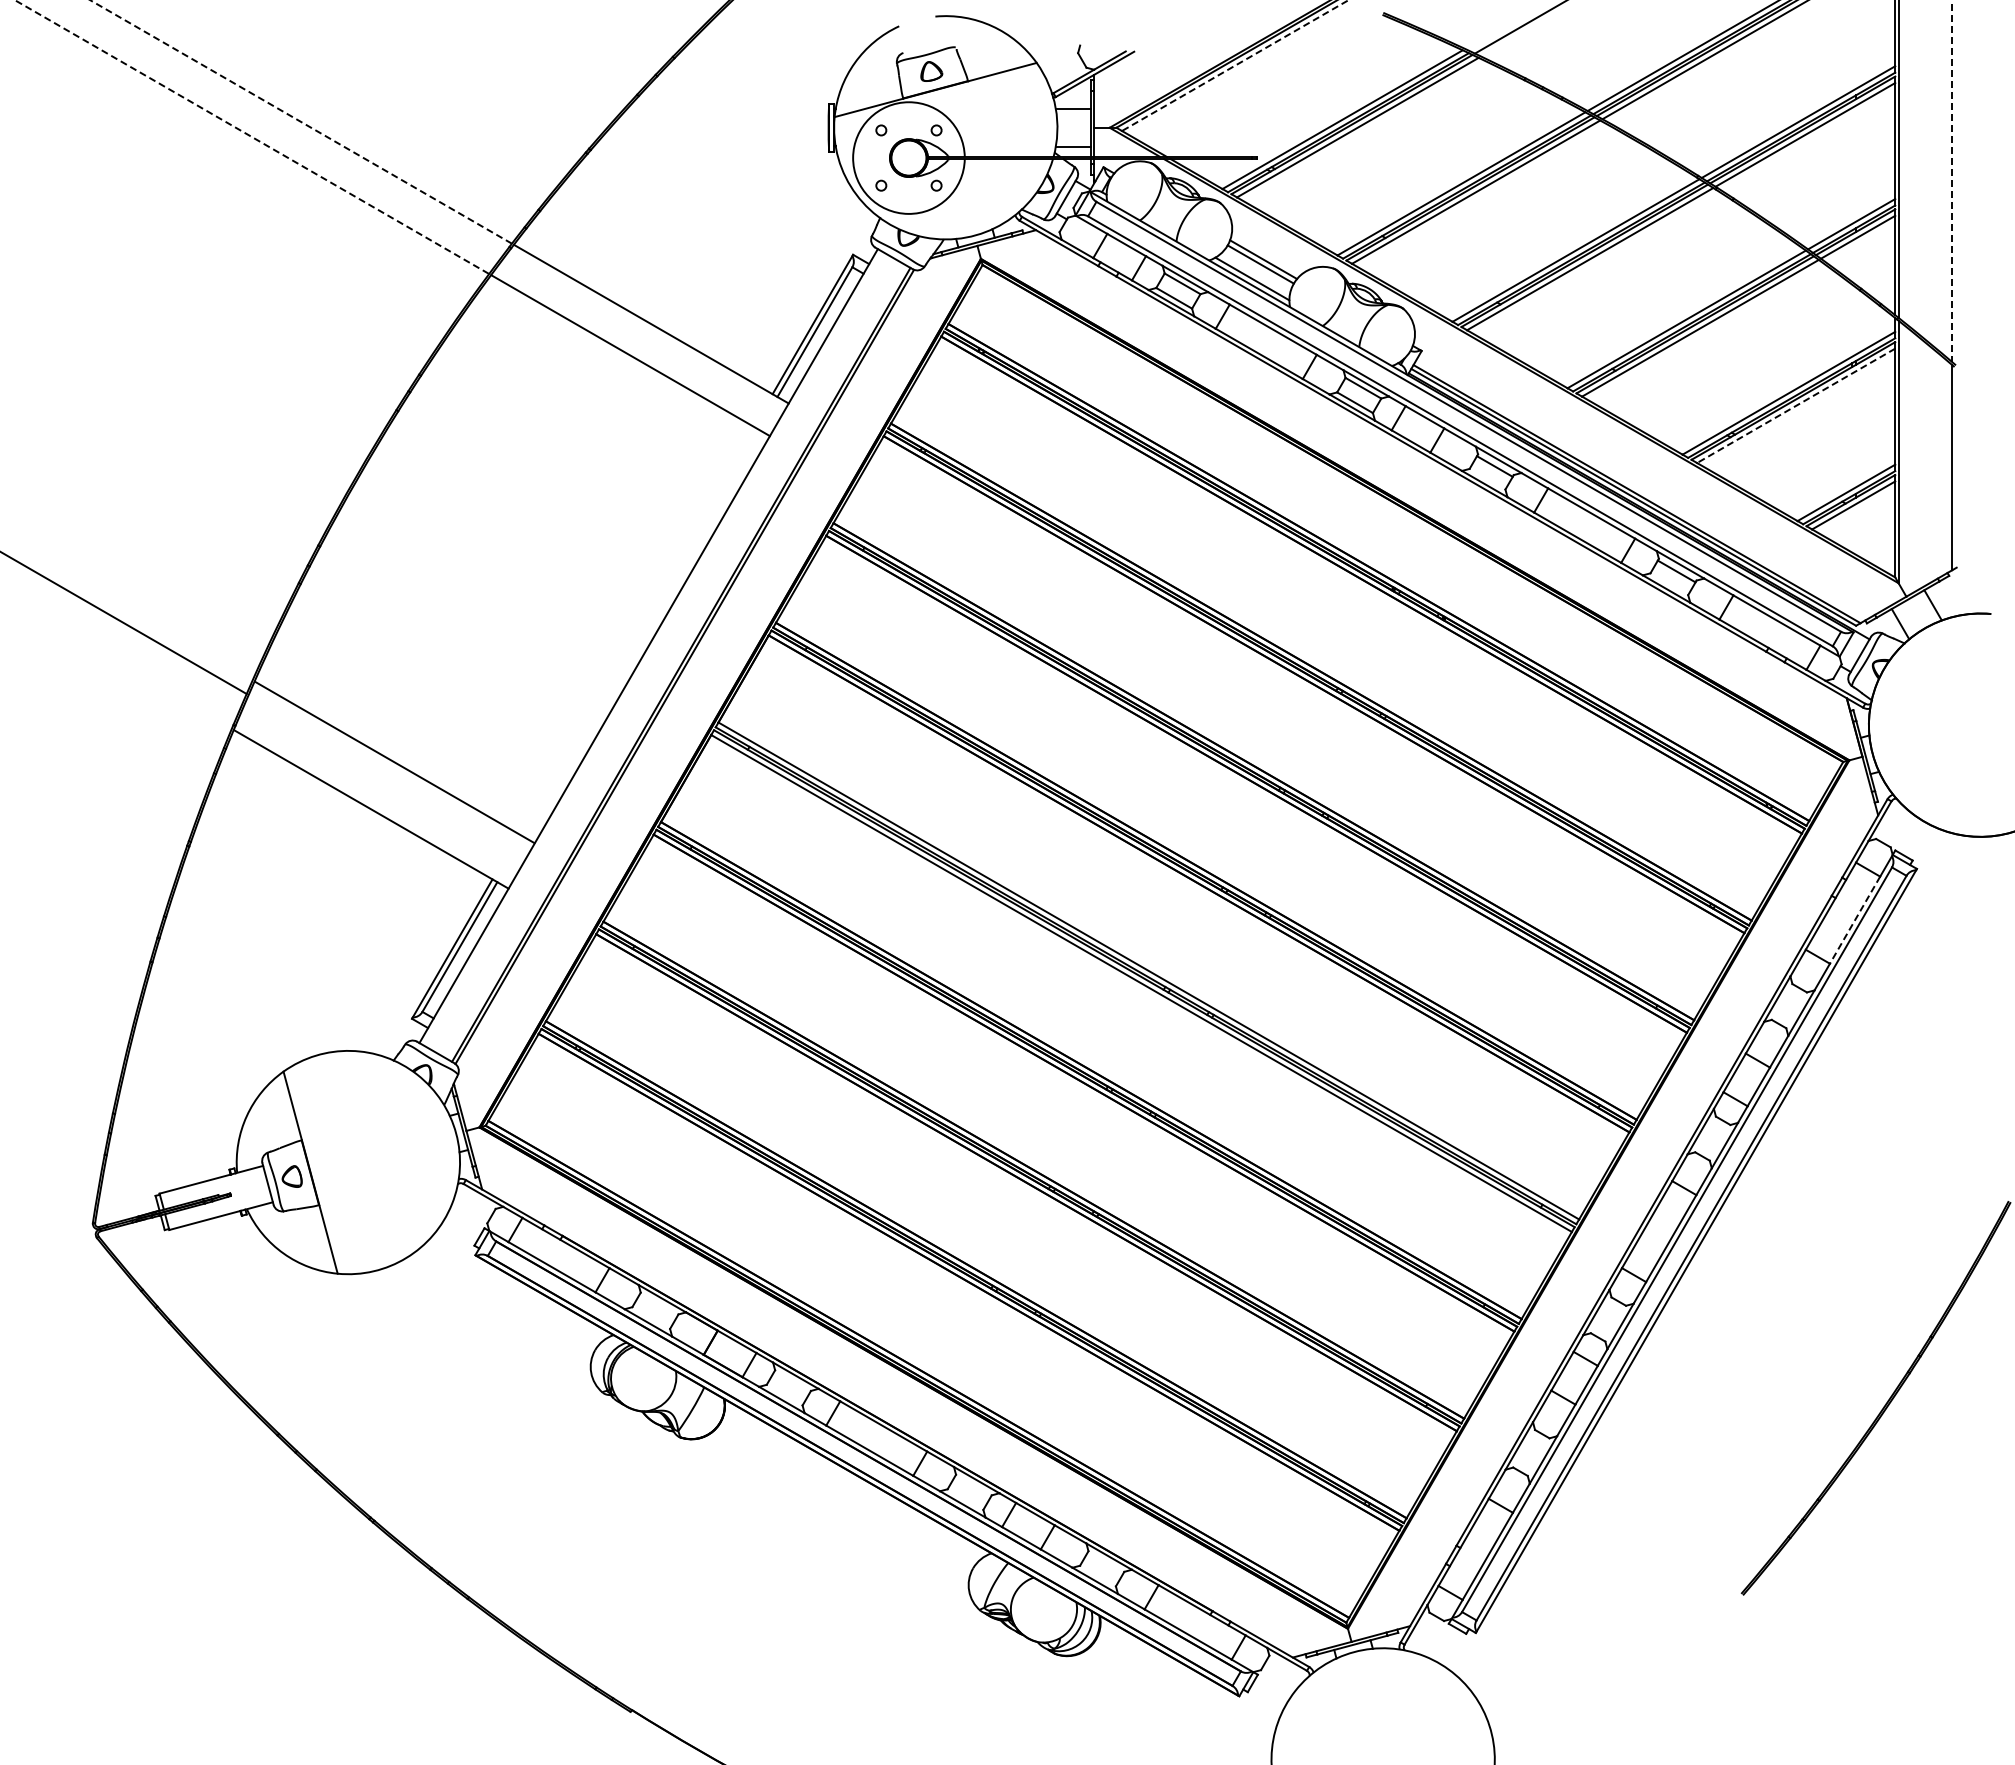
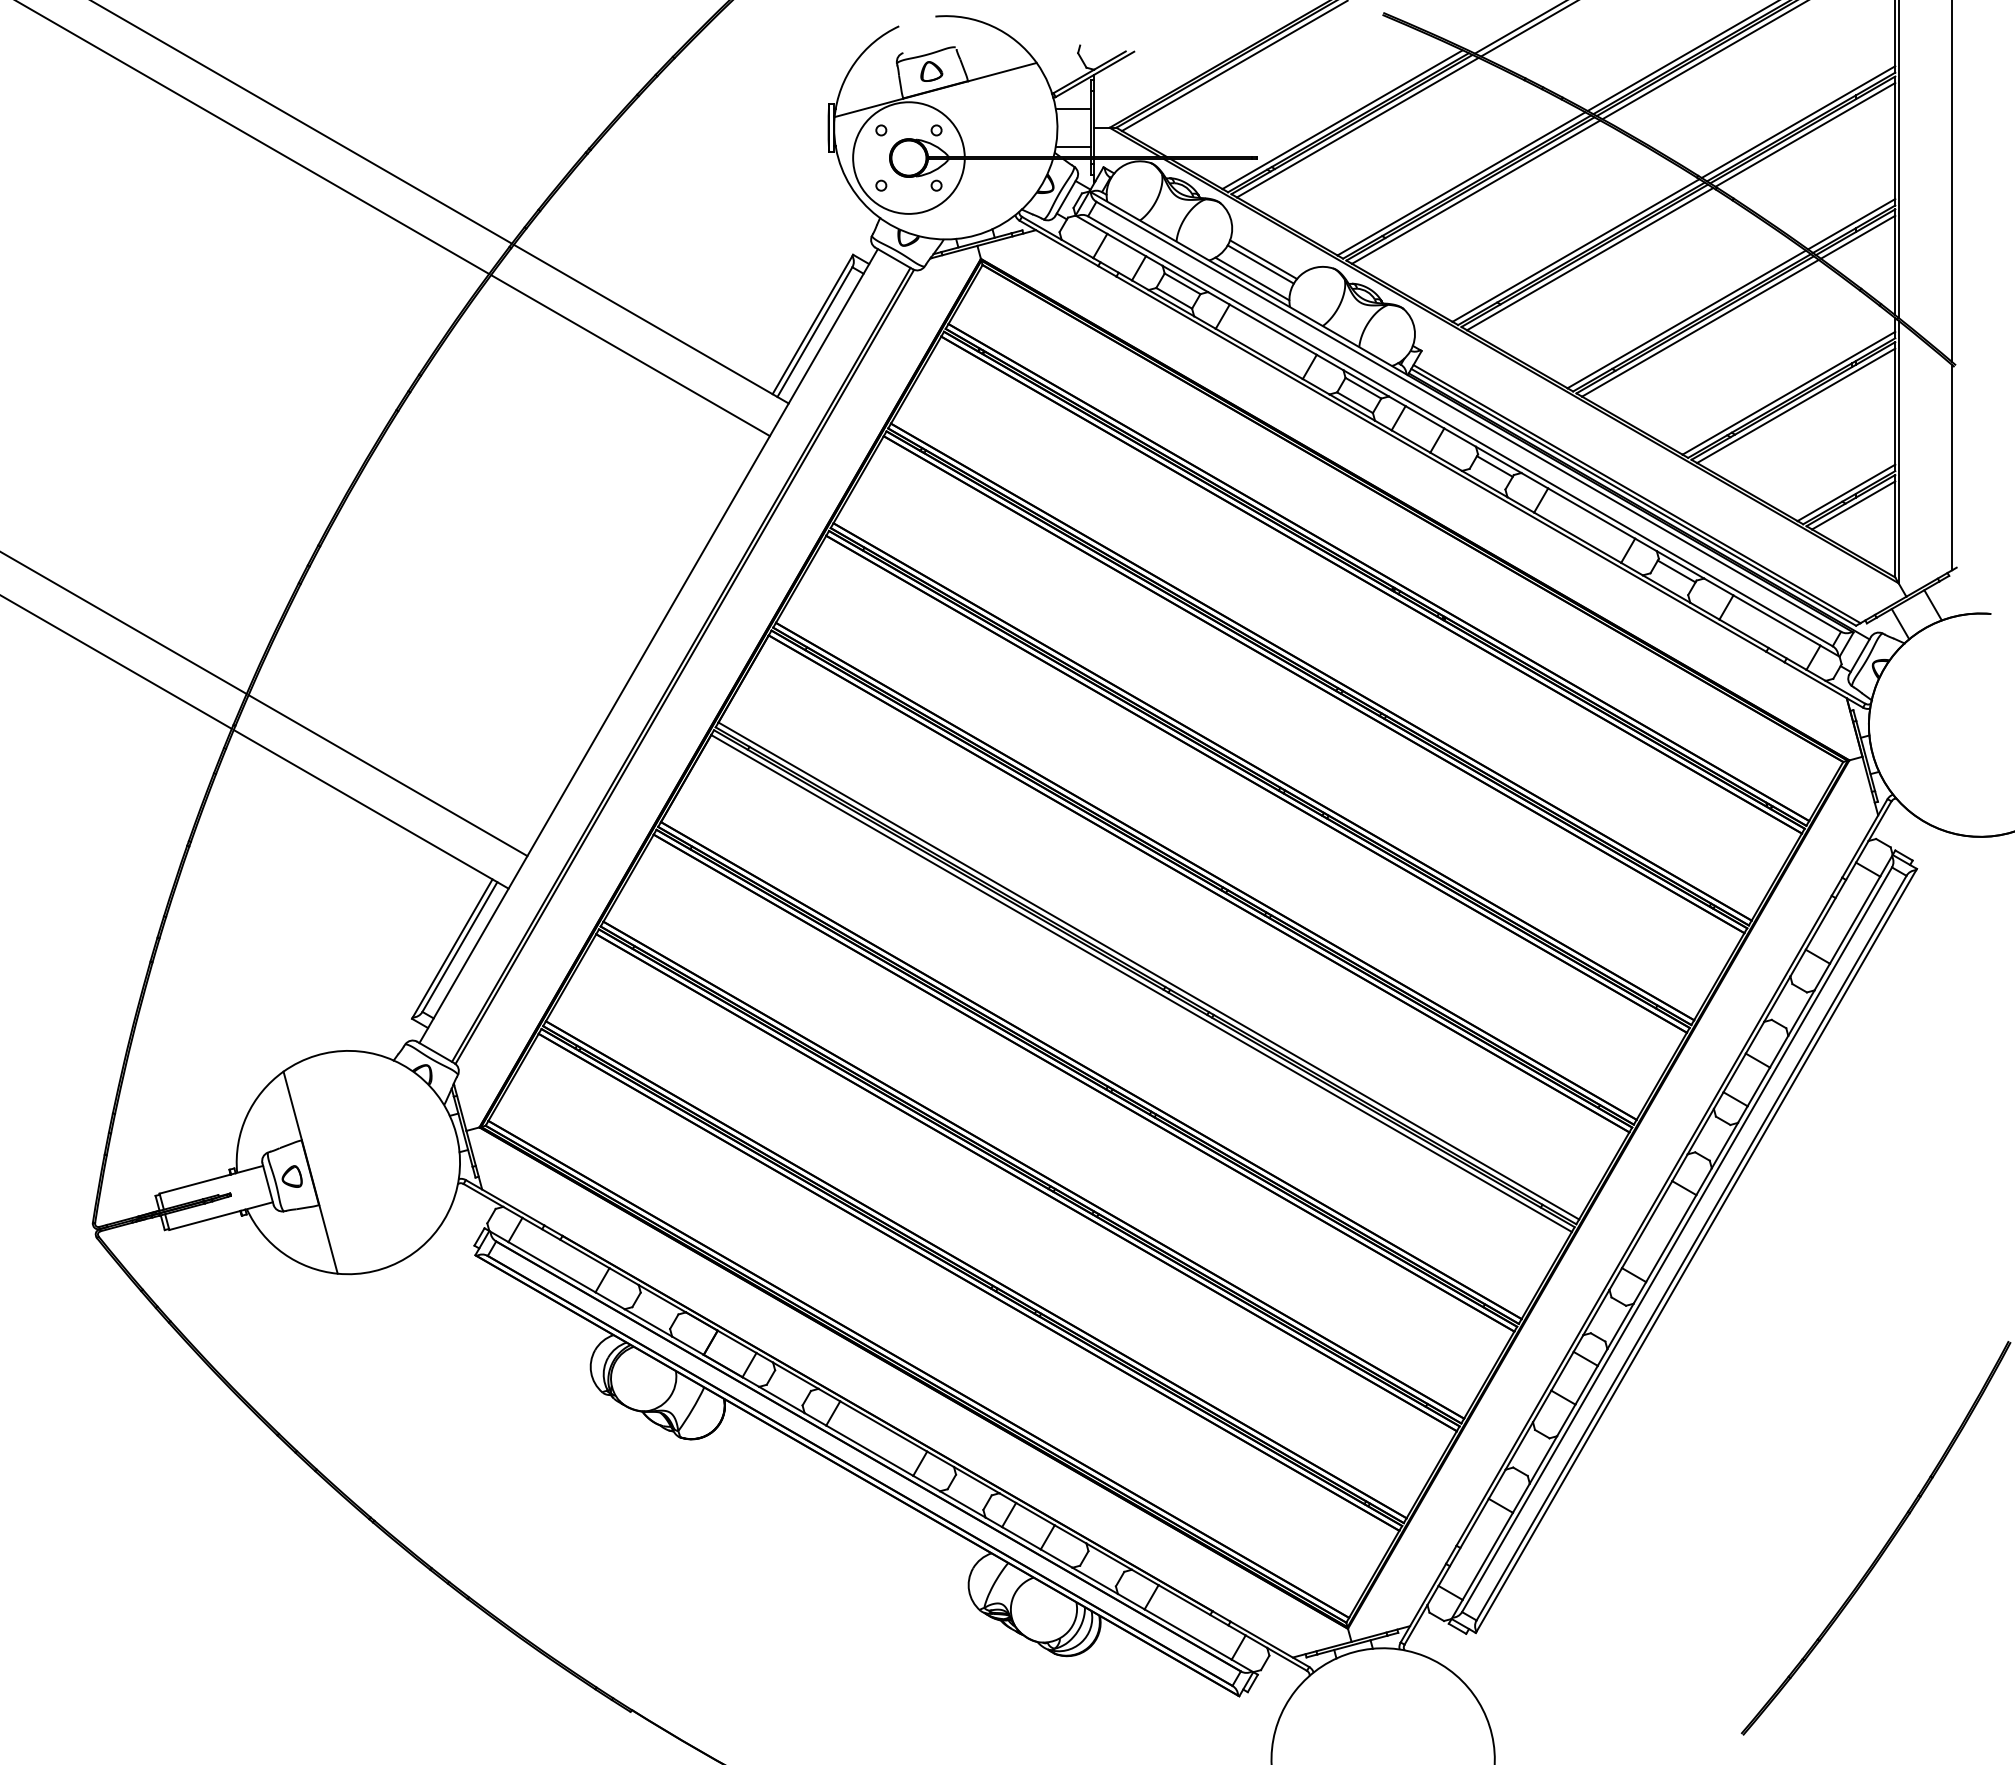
line at (1527, 29): none -> present
line at (1234, 66): dashed -> solid
line at (300, 121): dashed -> solid
line at (252, 137): dashed -> solid
line at (1952, 181): dashed -> solid
line at (1795, 406): dashed -> solid
line at (116, 662): none -> present
line at (394, 762) position: (394, 762) -> (387, 775)
line at (1854, 920): dashed -> solid
part at (1885, 1403) position: (1885, 1403) -> (1885, 1543)
